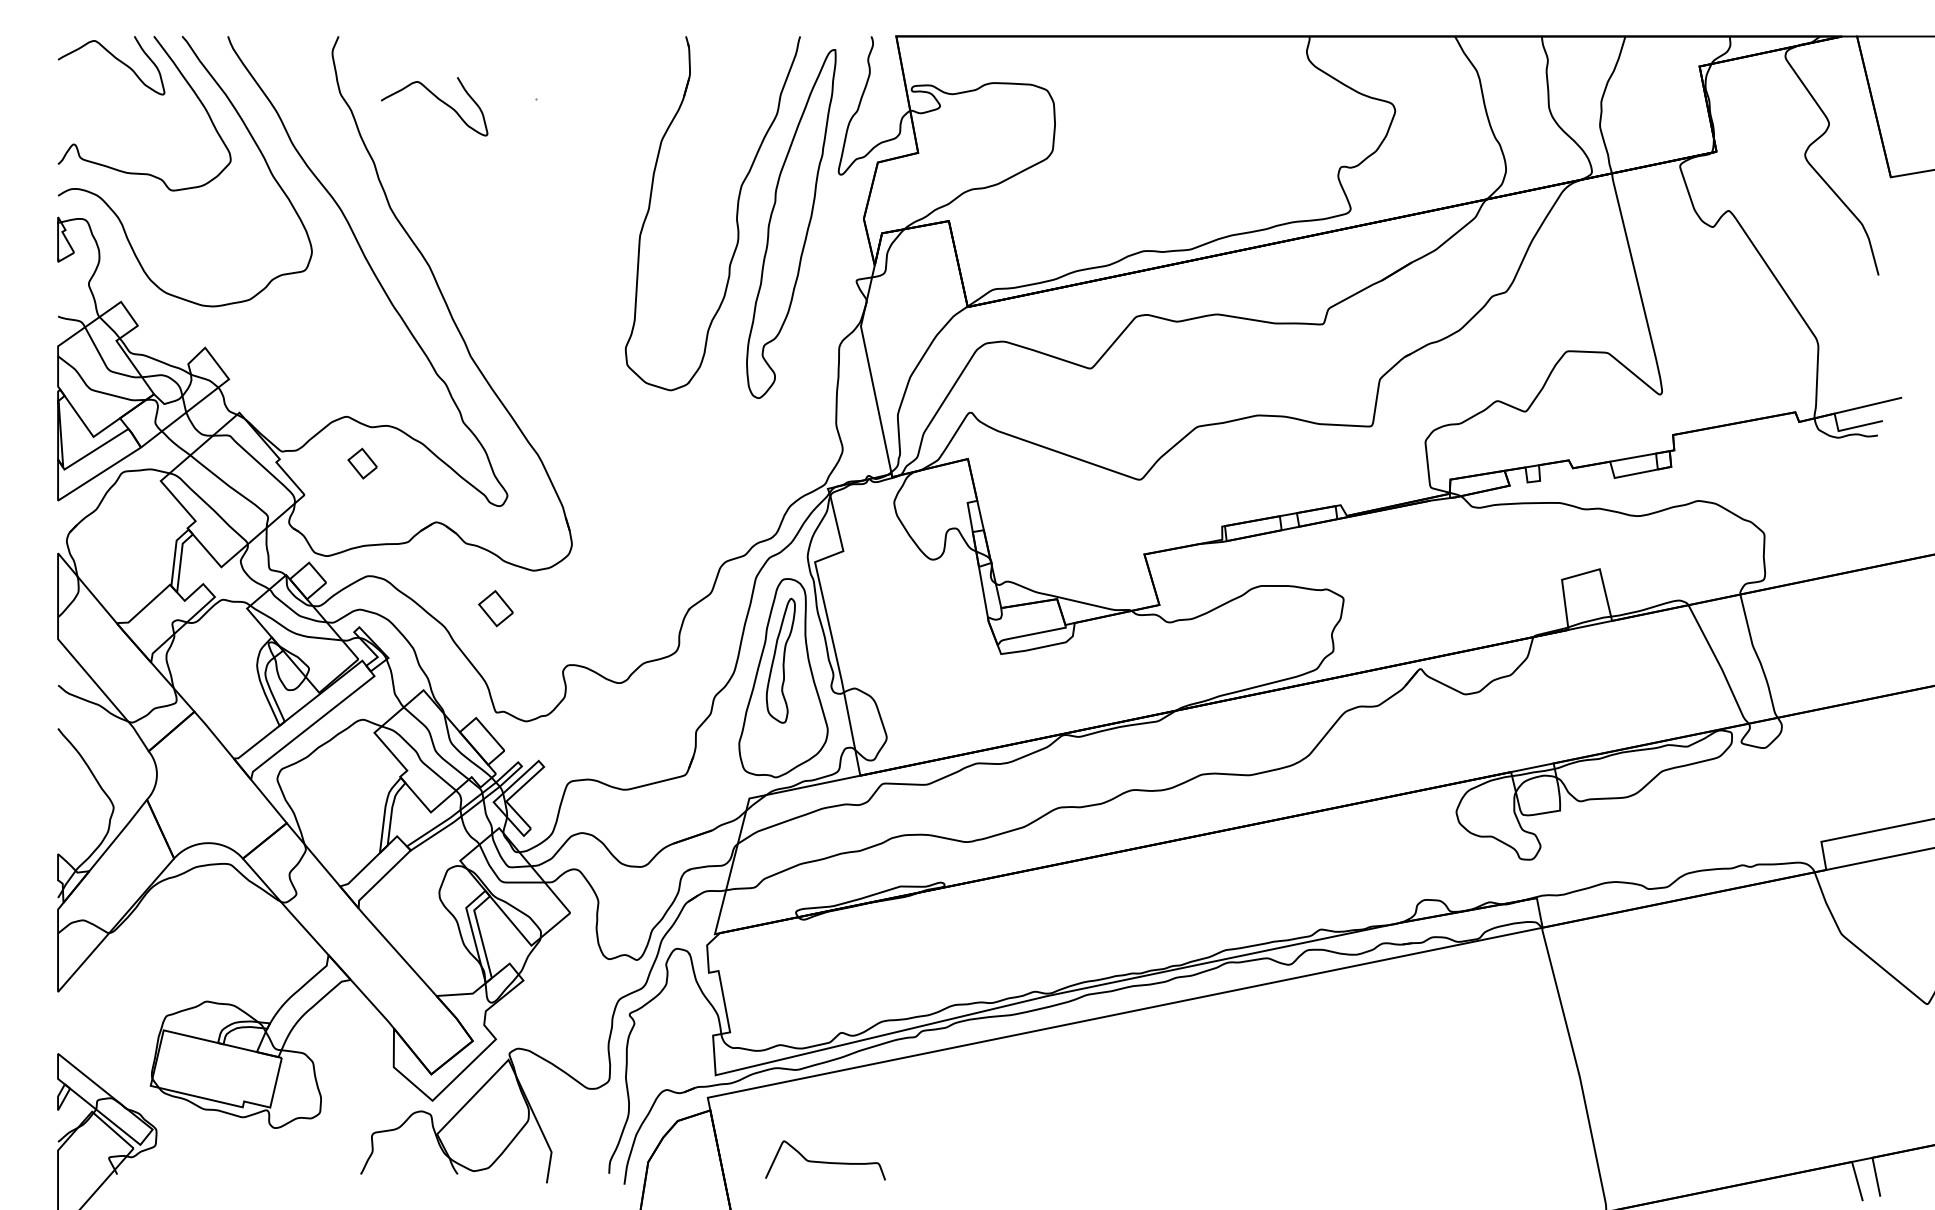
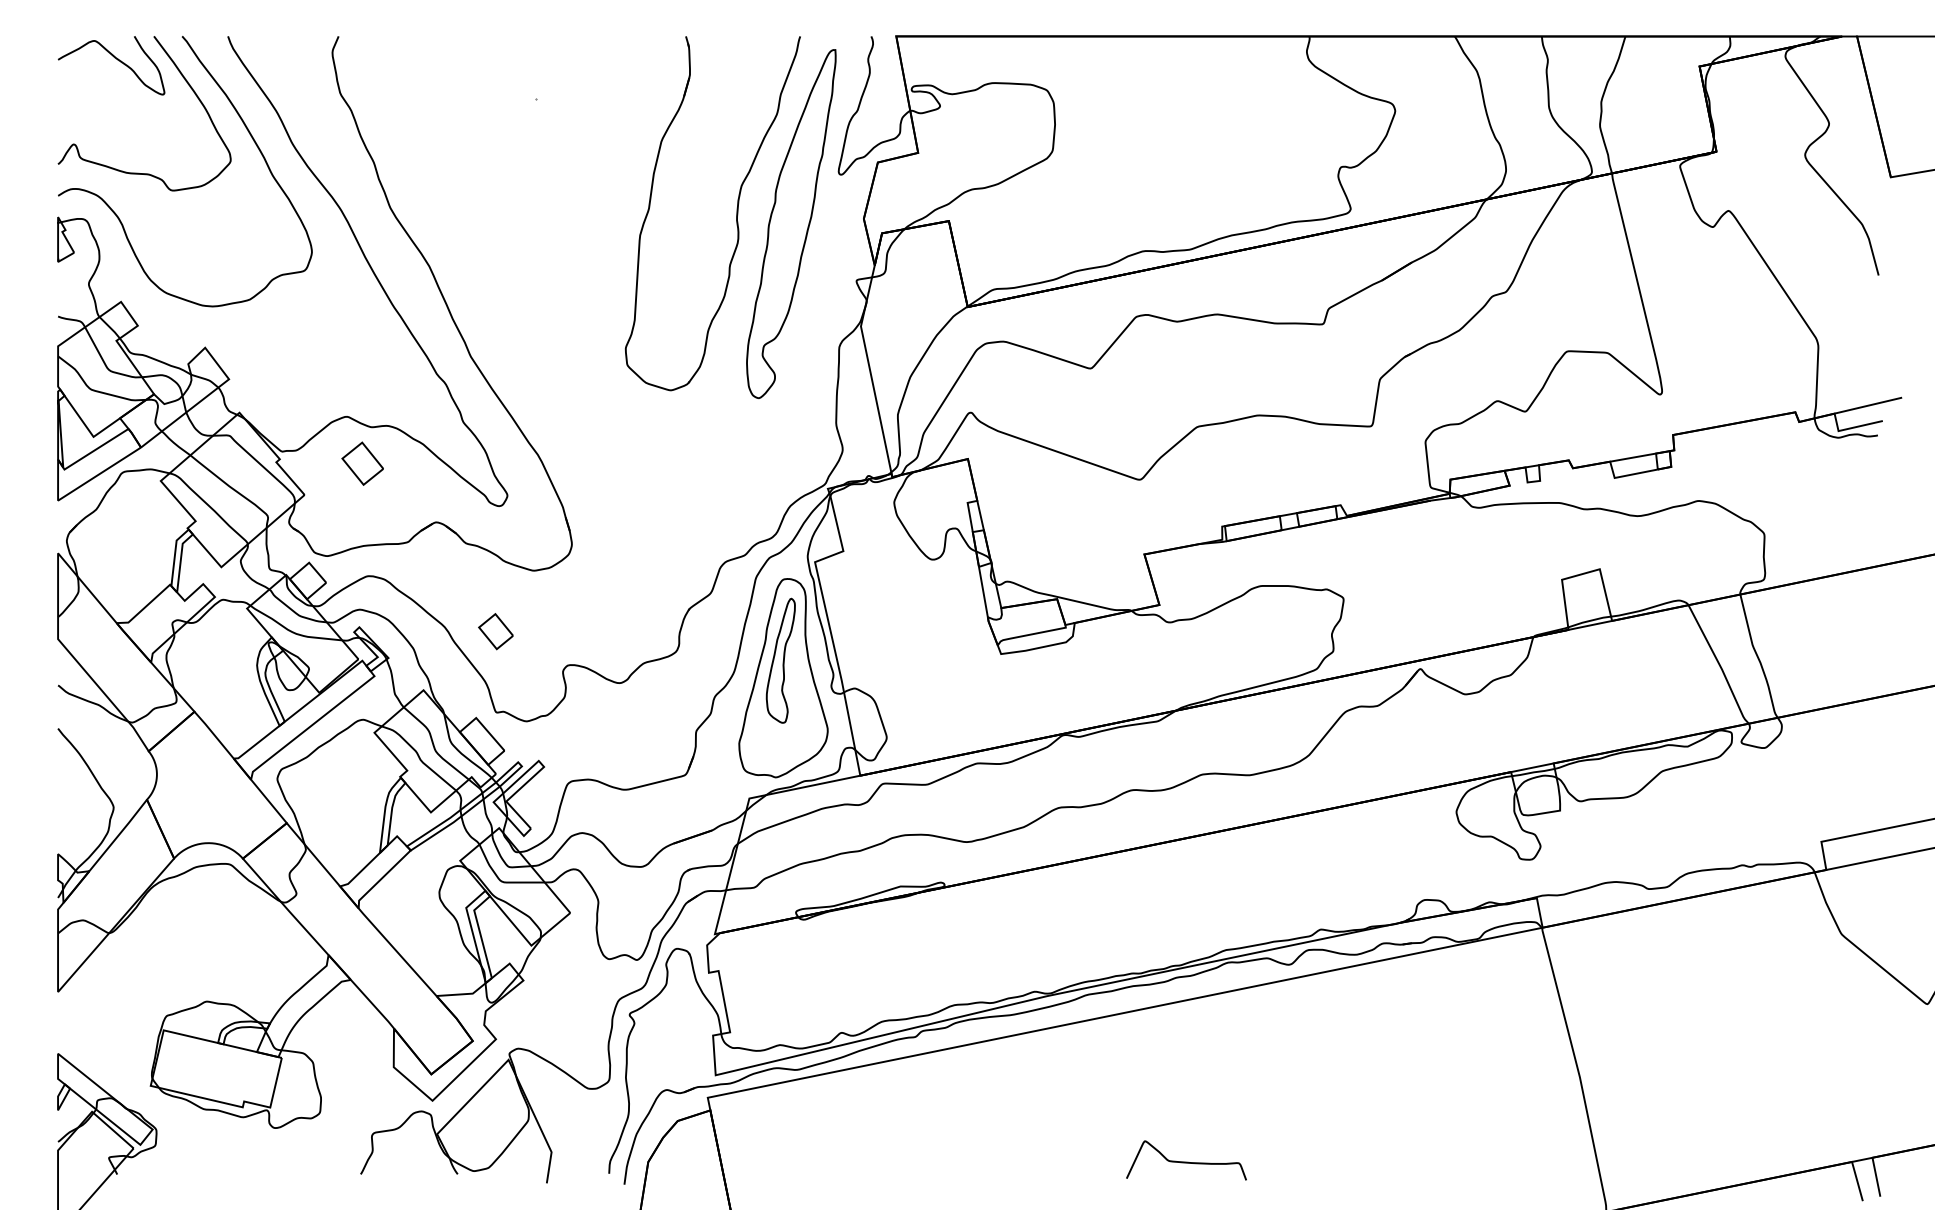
curve at (437, 99): present -> none
part at (362, 463) size: 31x33 px -> 43x45 px
part at (495, 608) position: (495, 608) -> (495, 631)
curve at (825, 1161) position: (825, 1161) -> (1186, 1161)
